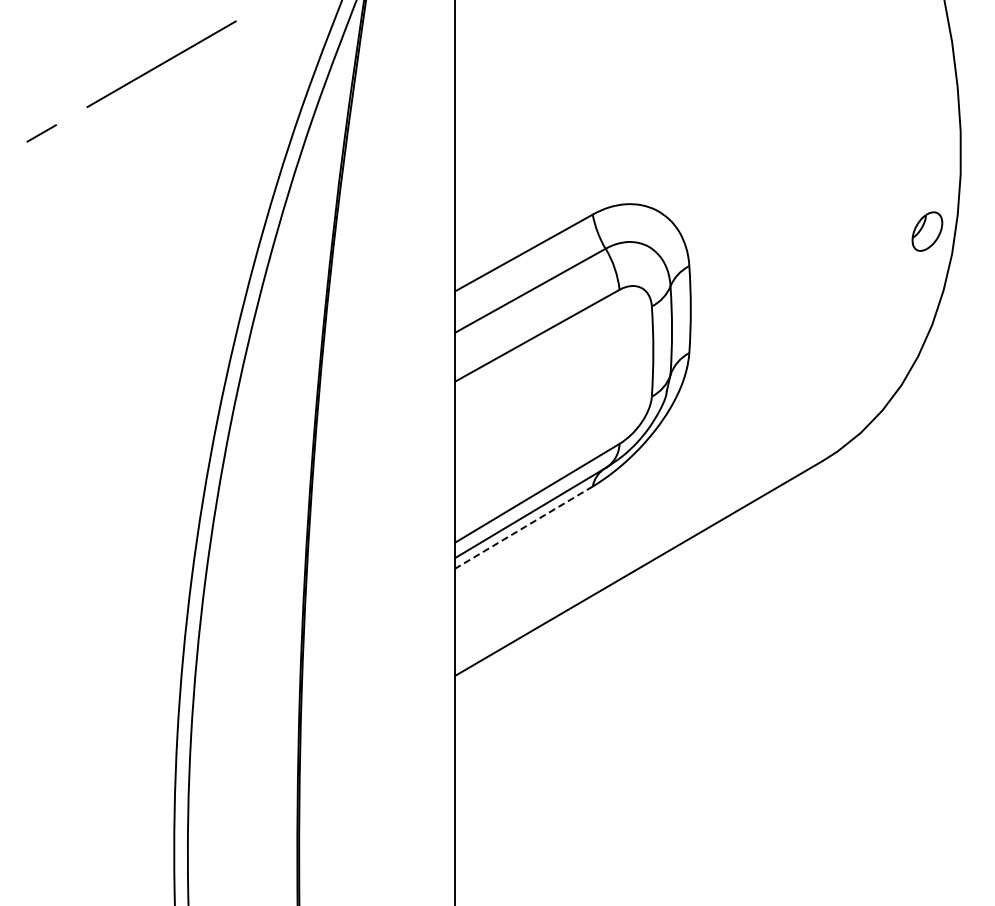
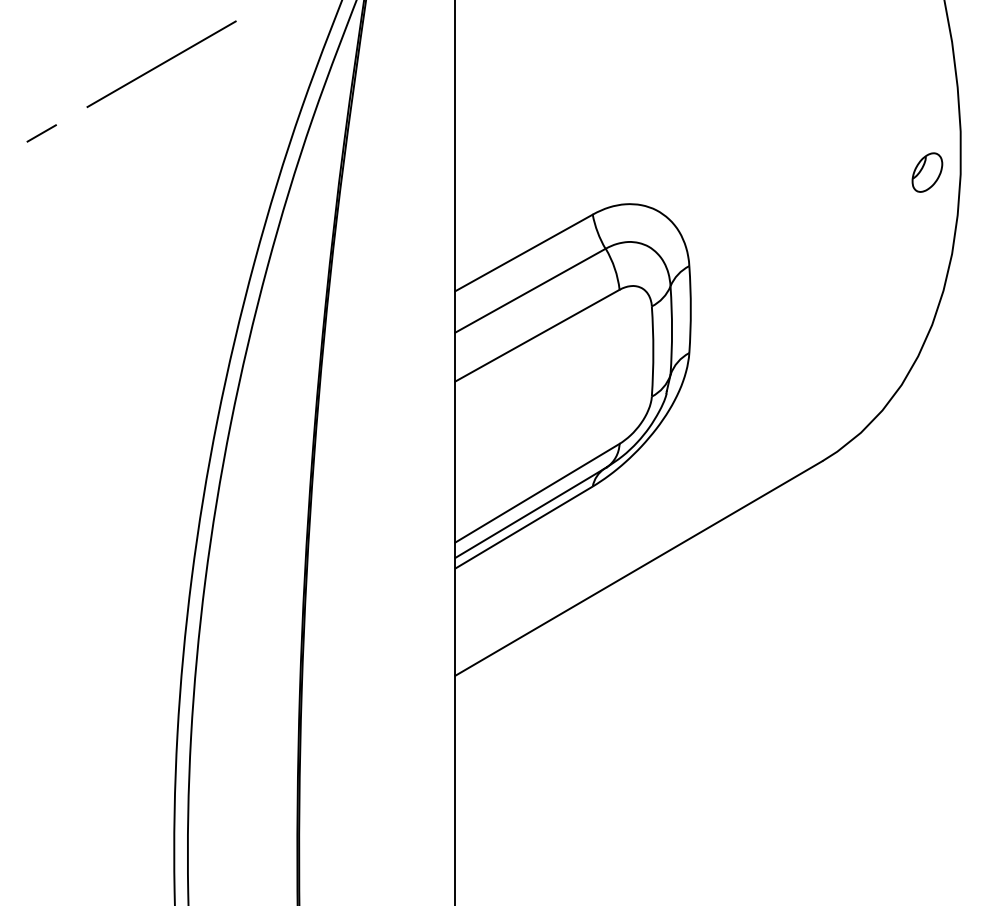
part at (927, 231) position: (927, 231) -> (927, 172)
line at (523, 527): dashed -> solid
